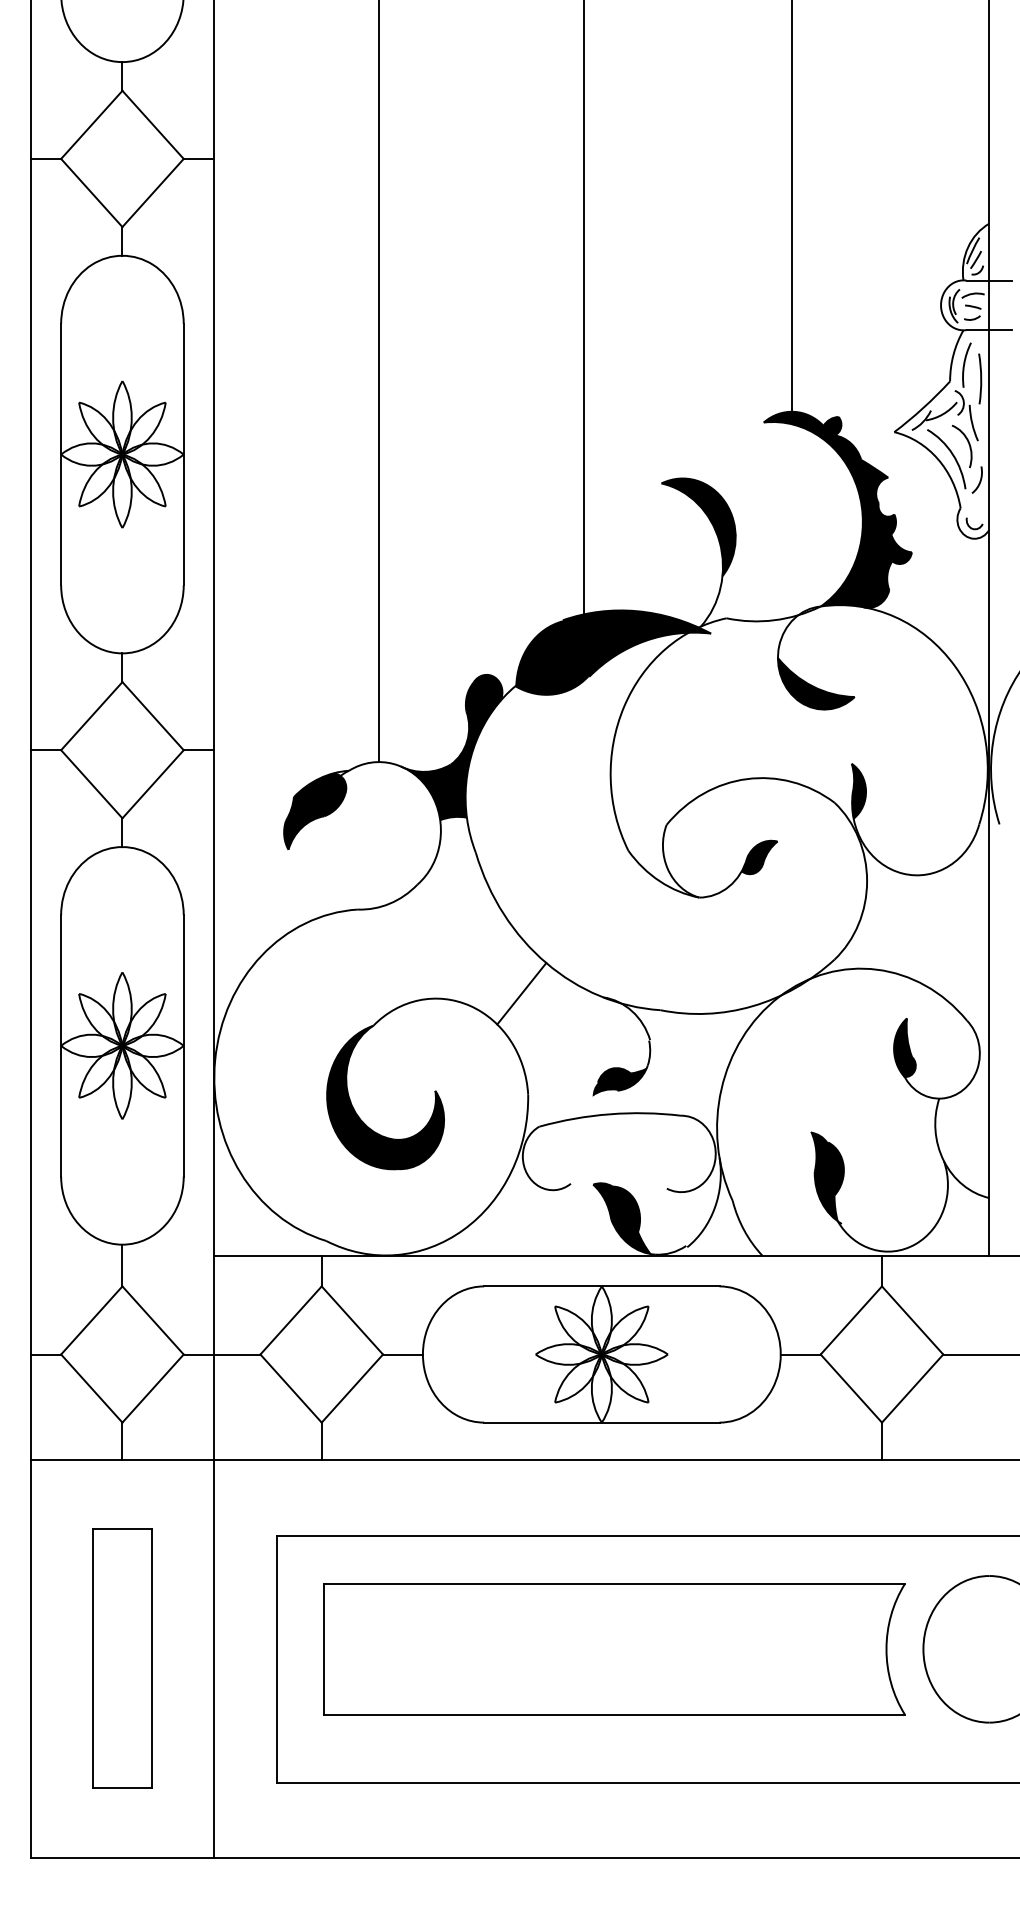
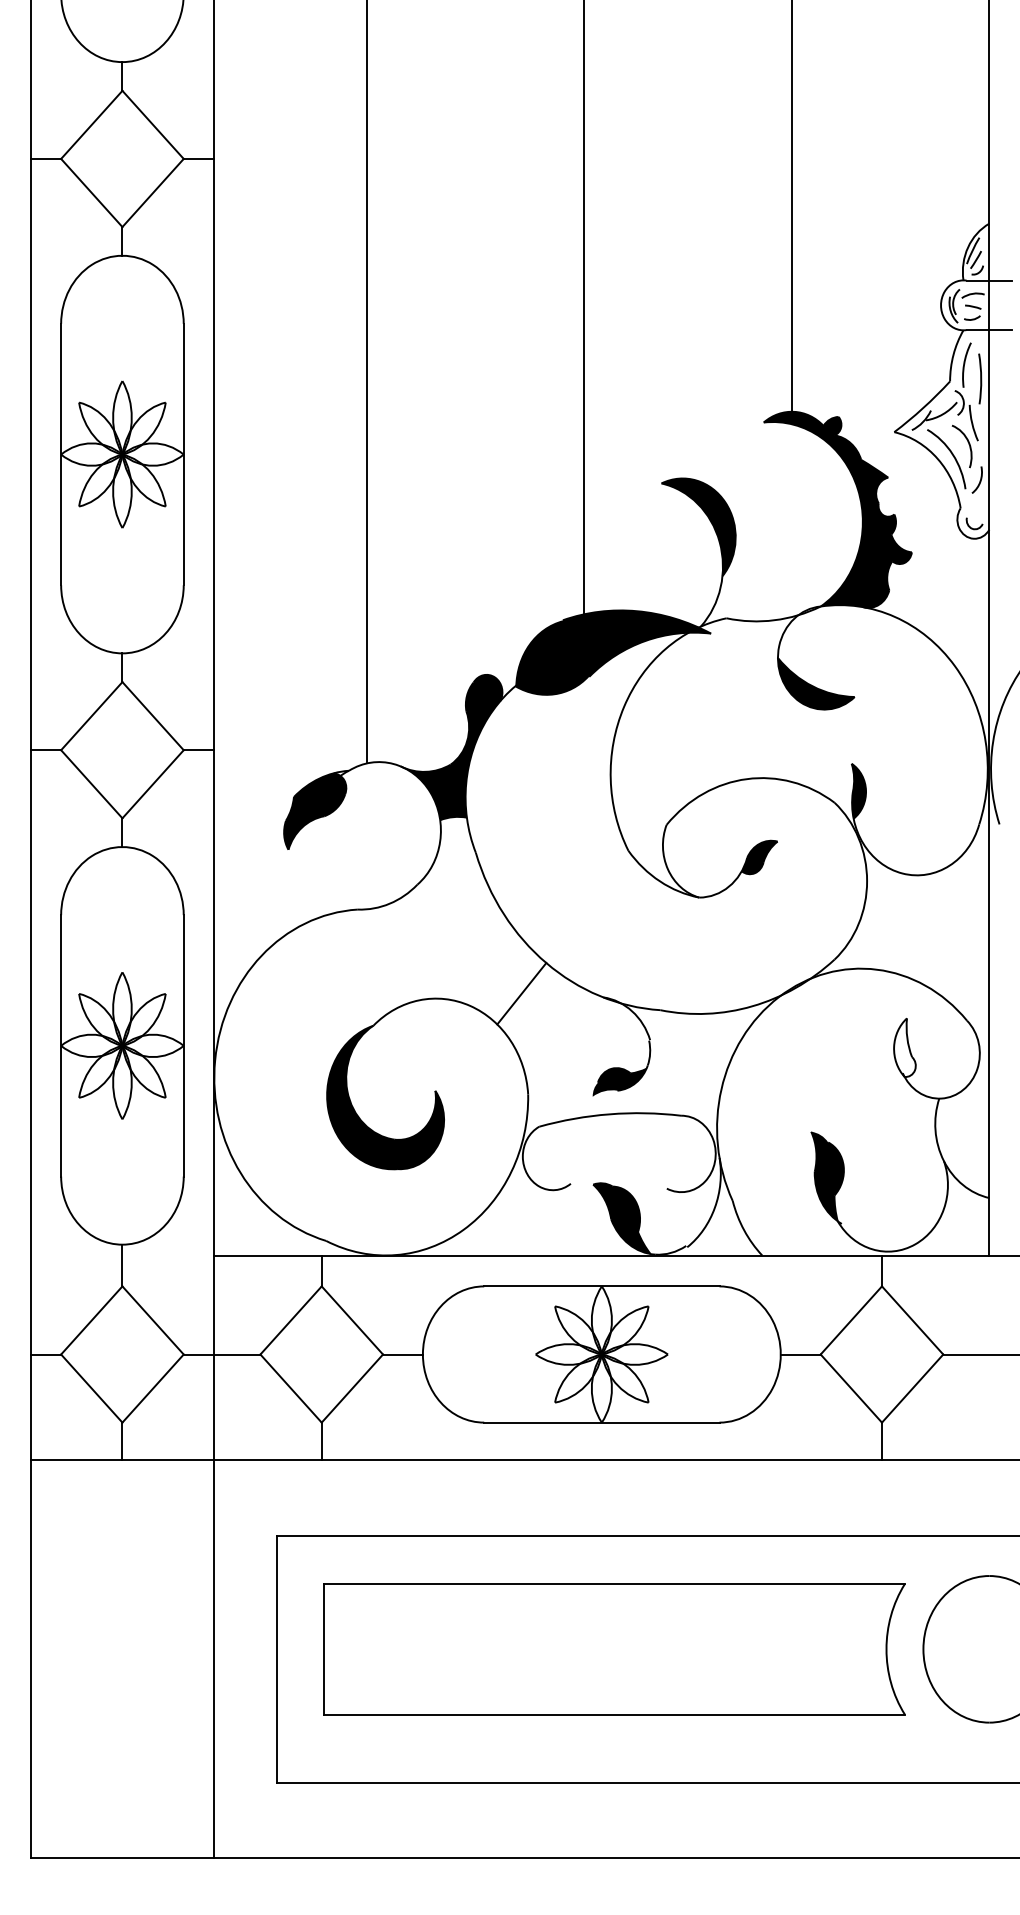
line at (379, 382) position: (379, 382) -> (367, 382)
fill at (904, 1047): present -> none
part at (122, 1658): present -> none
